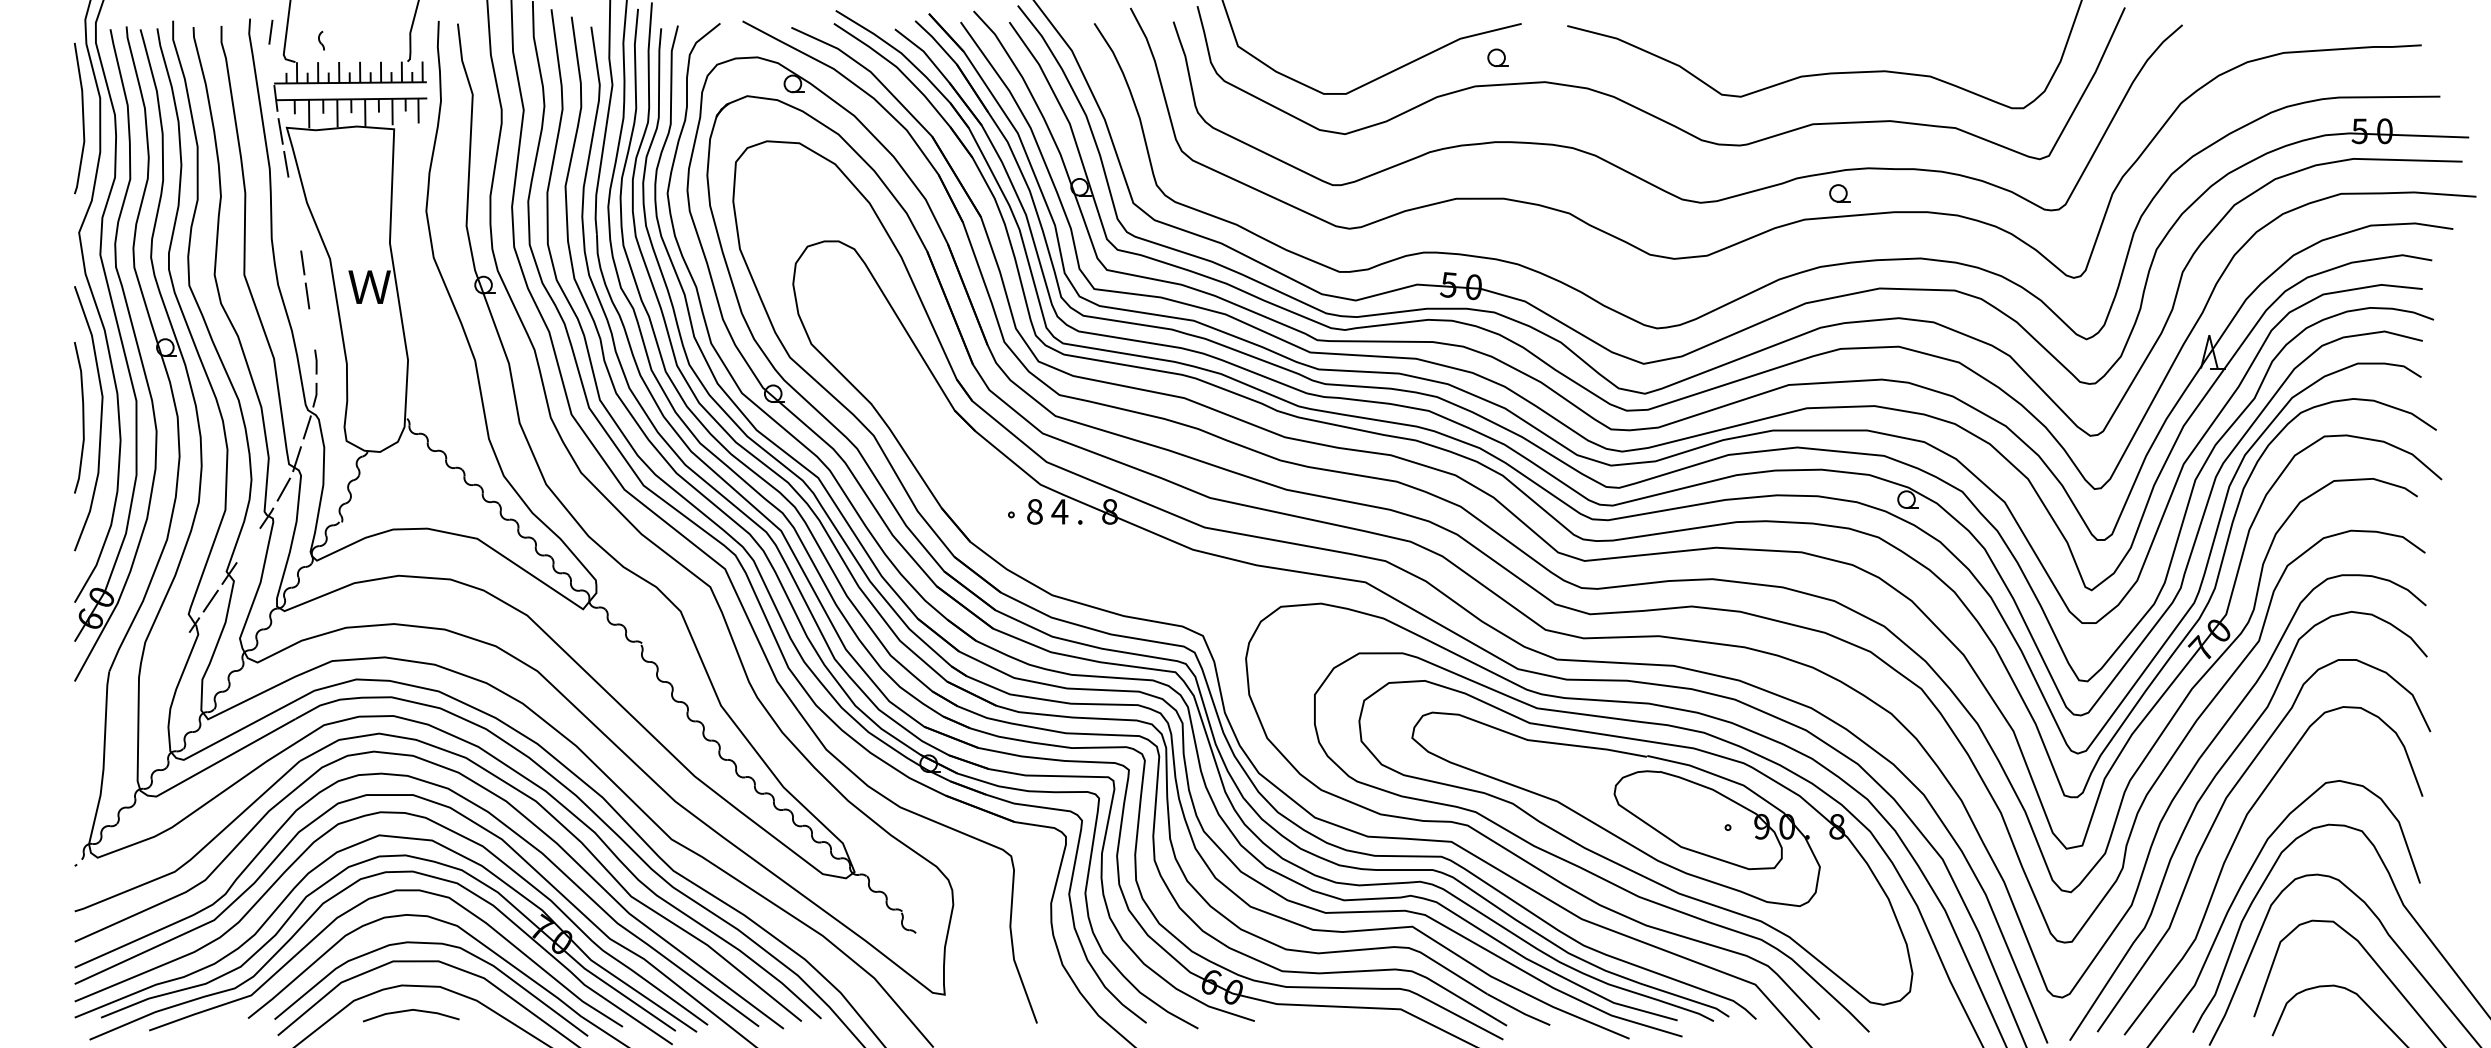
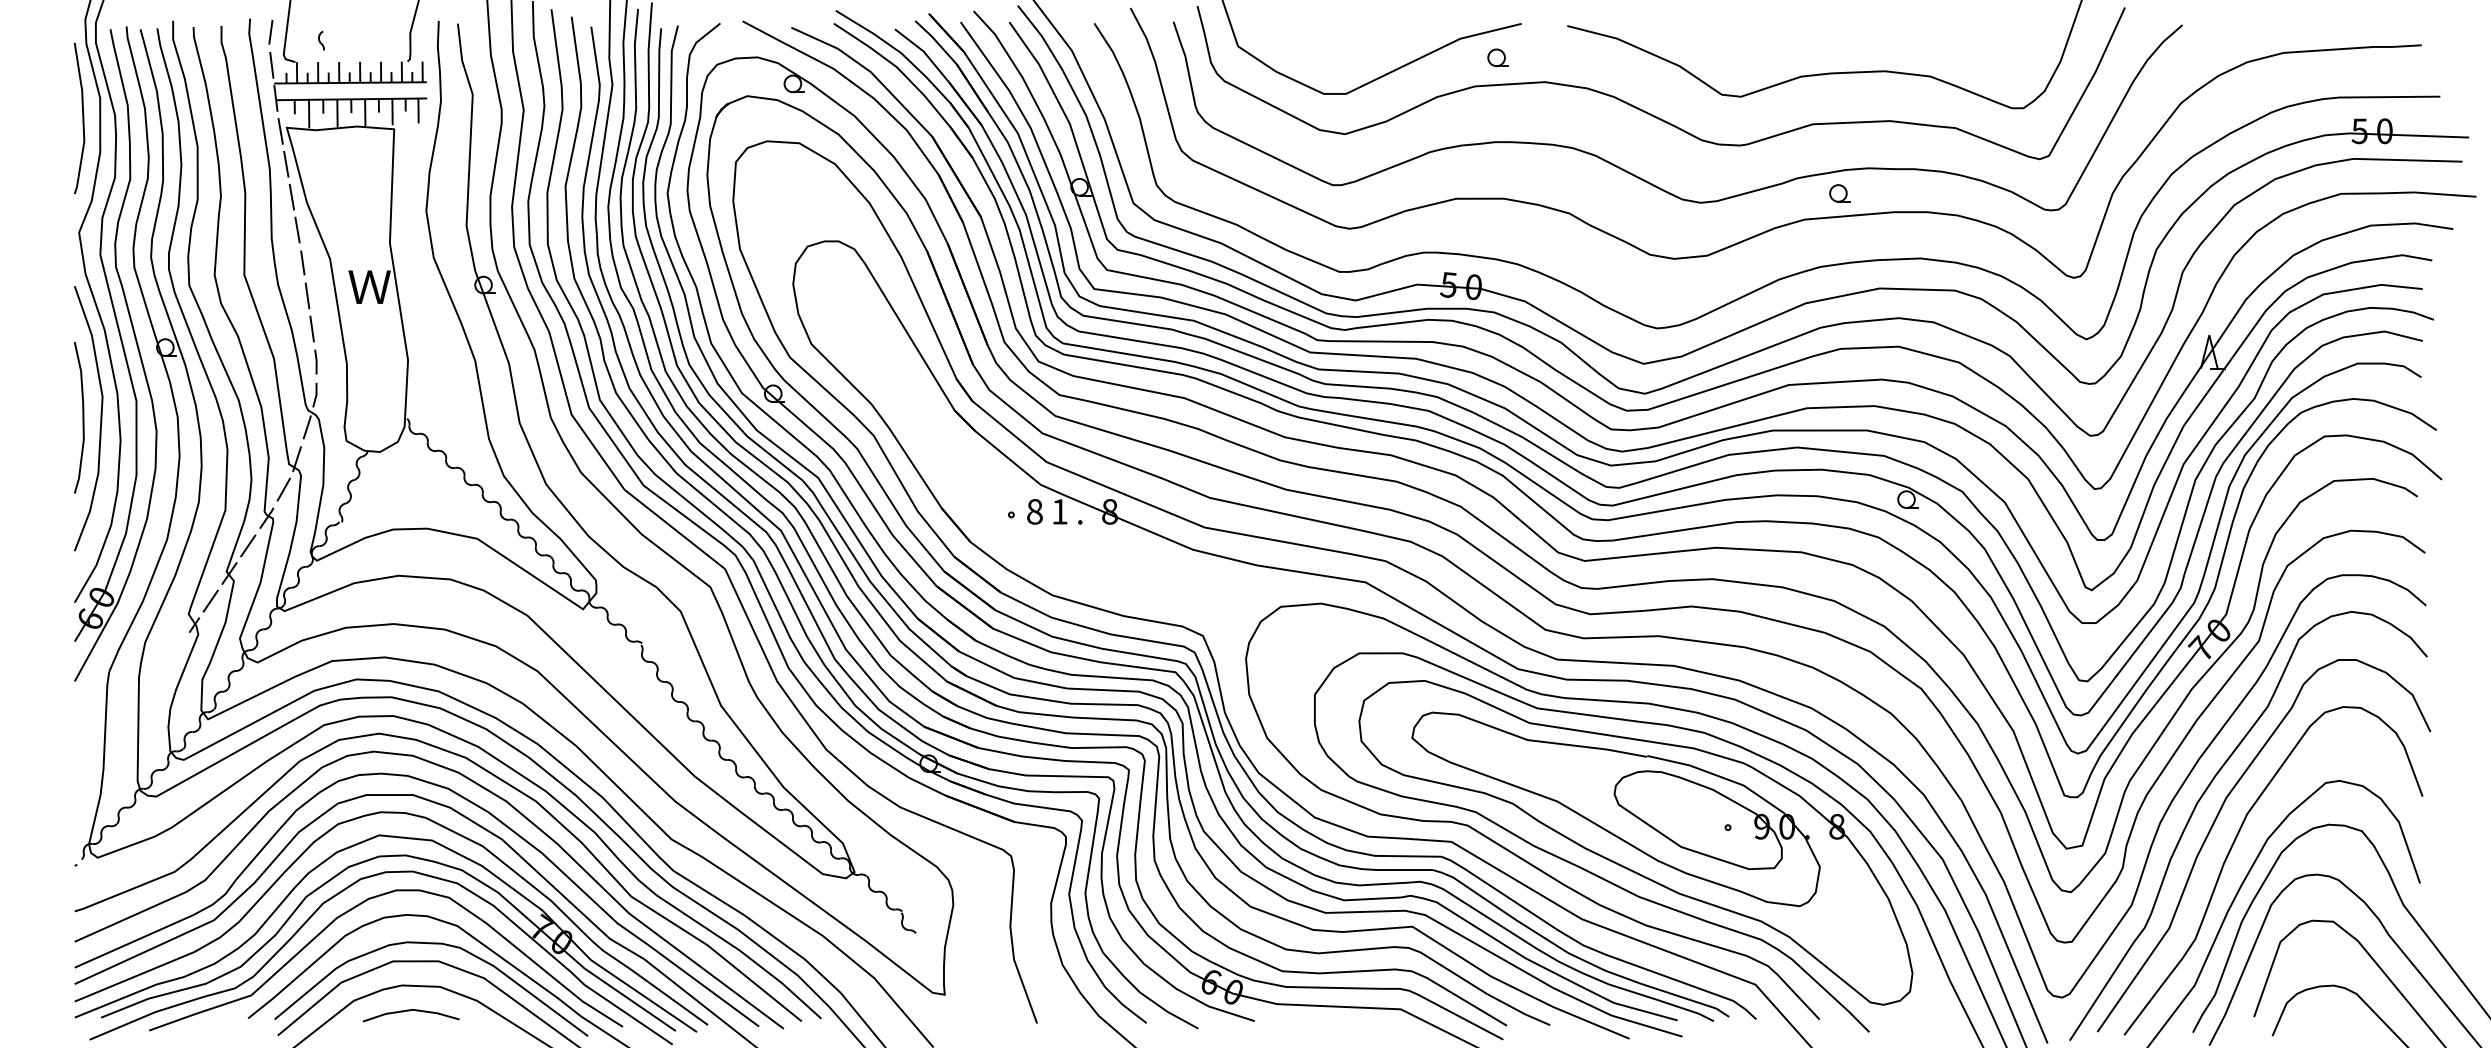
line at (271, 64): none -> present
line at (291, 196): none -> present
line at (297, 229): none -> present
line at (311, 328): none -> present
text at (1059, 511): 4 -> 1
line at (248, 545): none -> present
